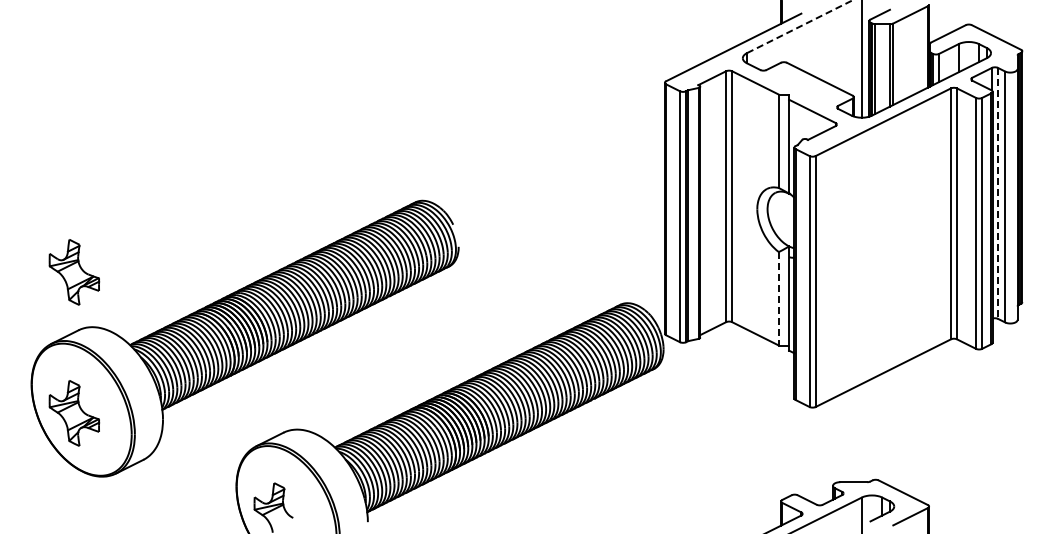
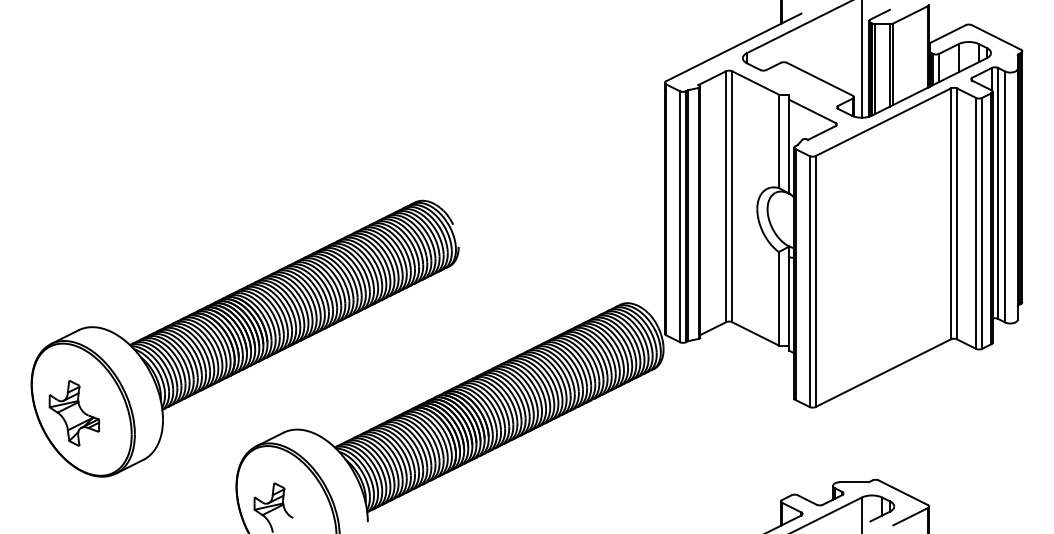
line at (800, 26): dashed -> solid
line at (998, 193): dashed -> solid
part at (74, 272): present -> none
line at (778, 298): dashed -> solid
